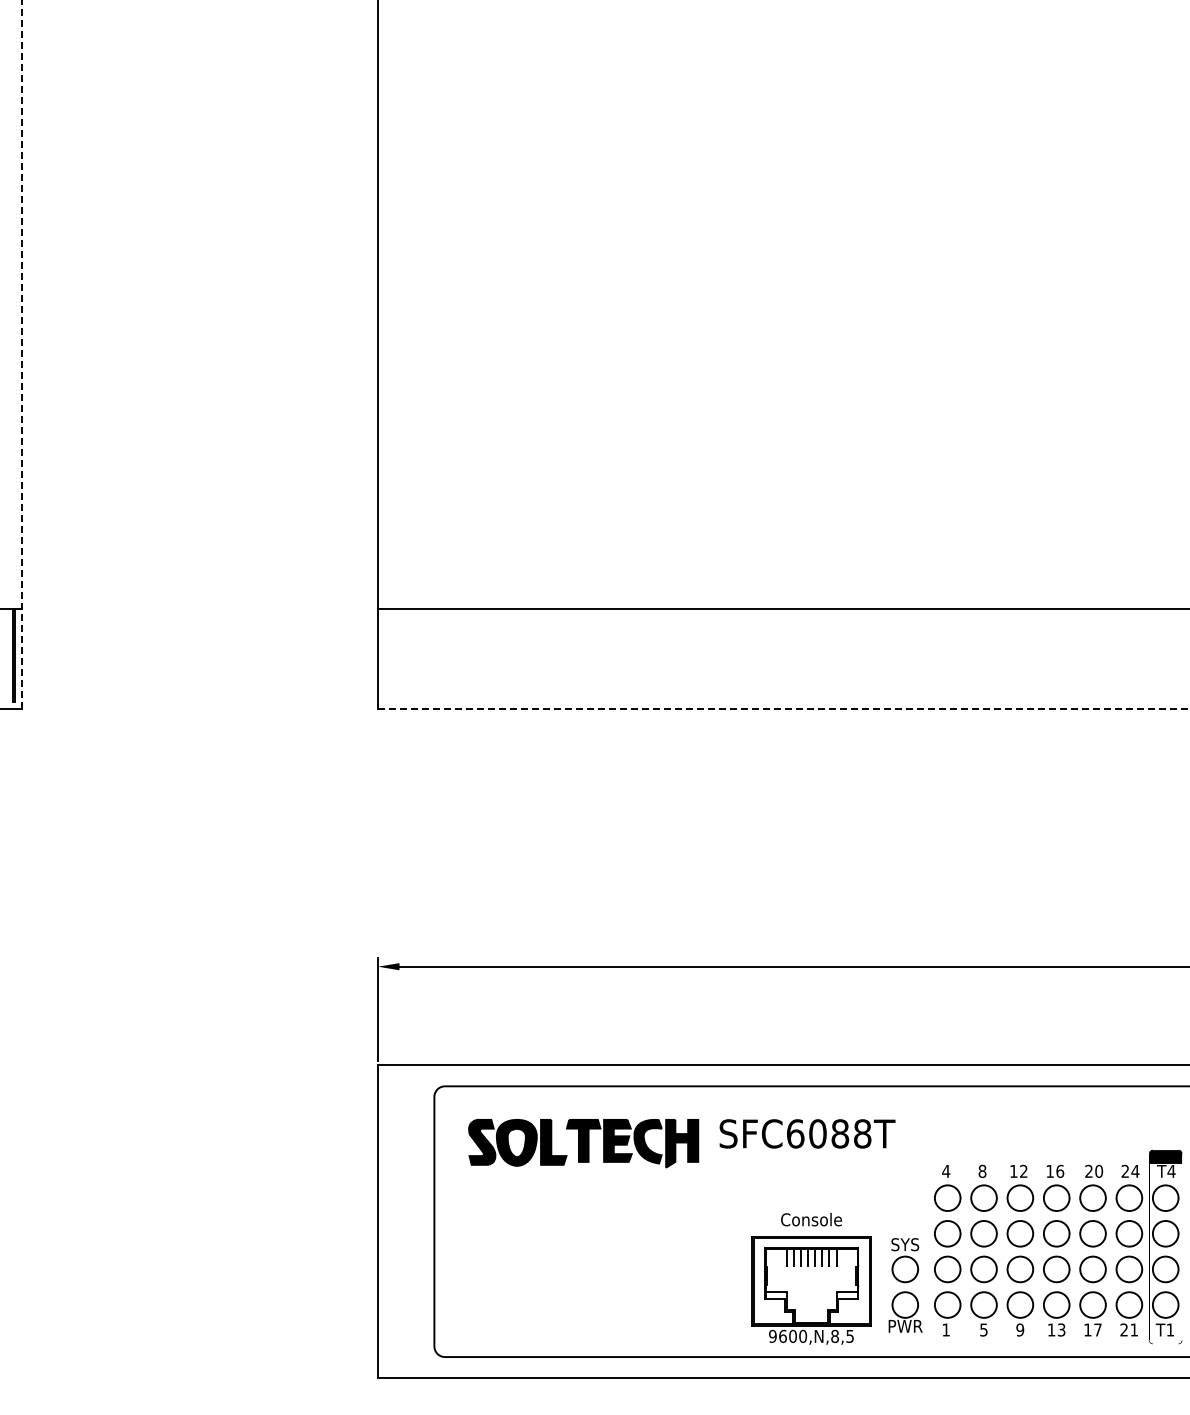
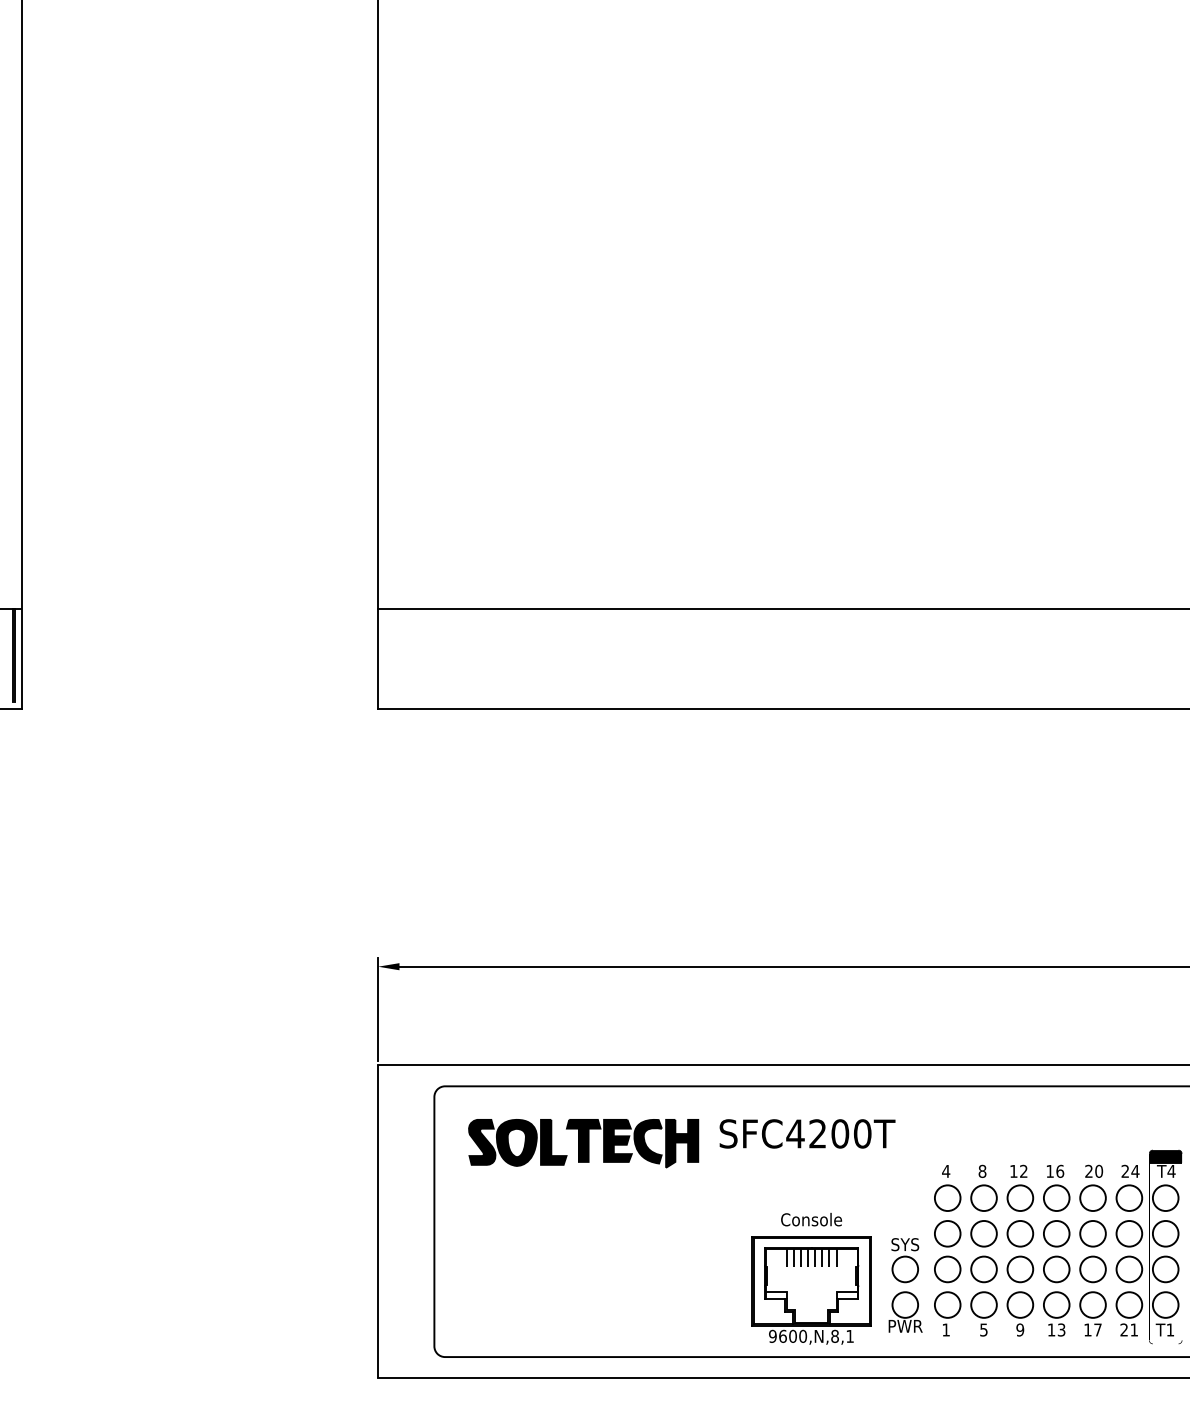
line at (21, 354): dashed -> solid
line at (784, 708): dashed -> solid
text at (828, 1133): SFC6088T -> SFC4200T
text at (849, 1336): 9600,N,8,5 -> 9600,N,8,1
